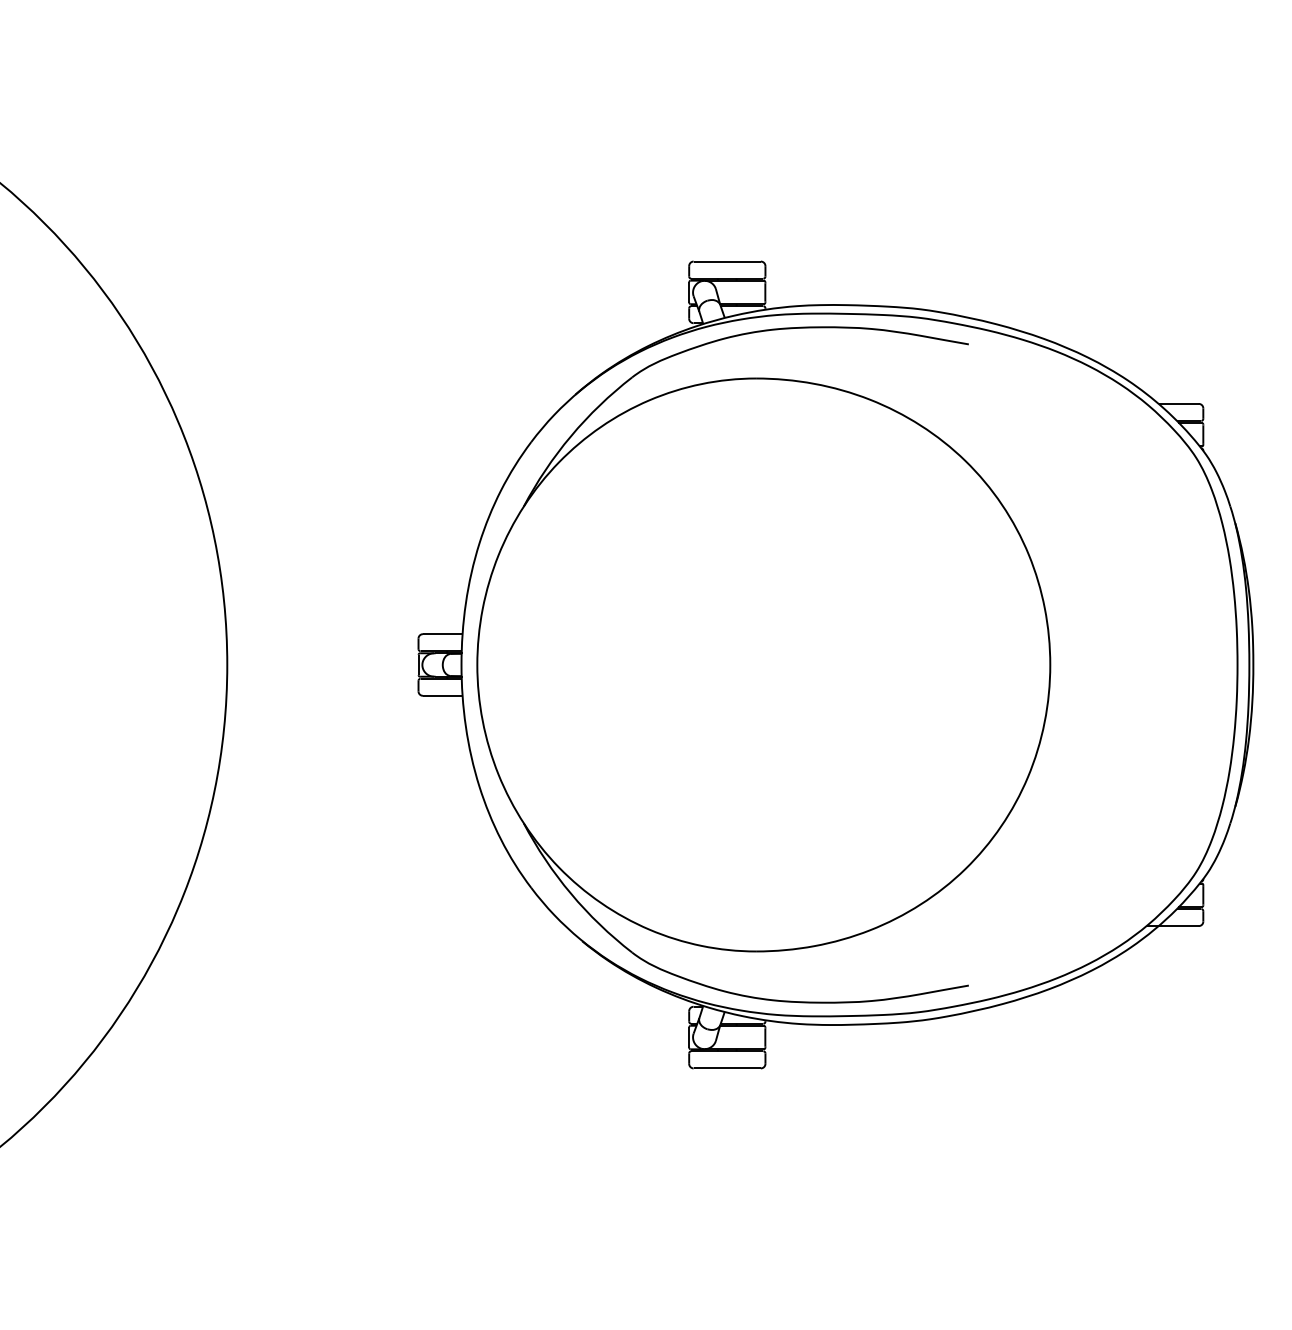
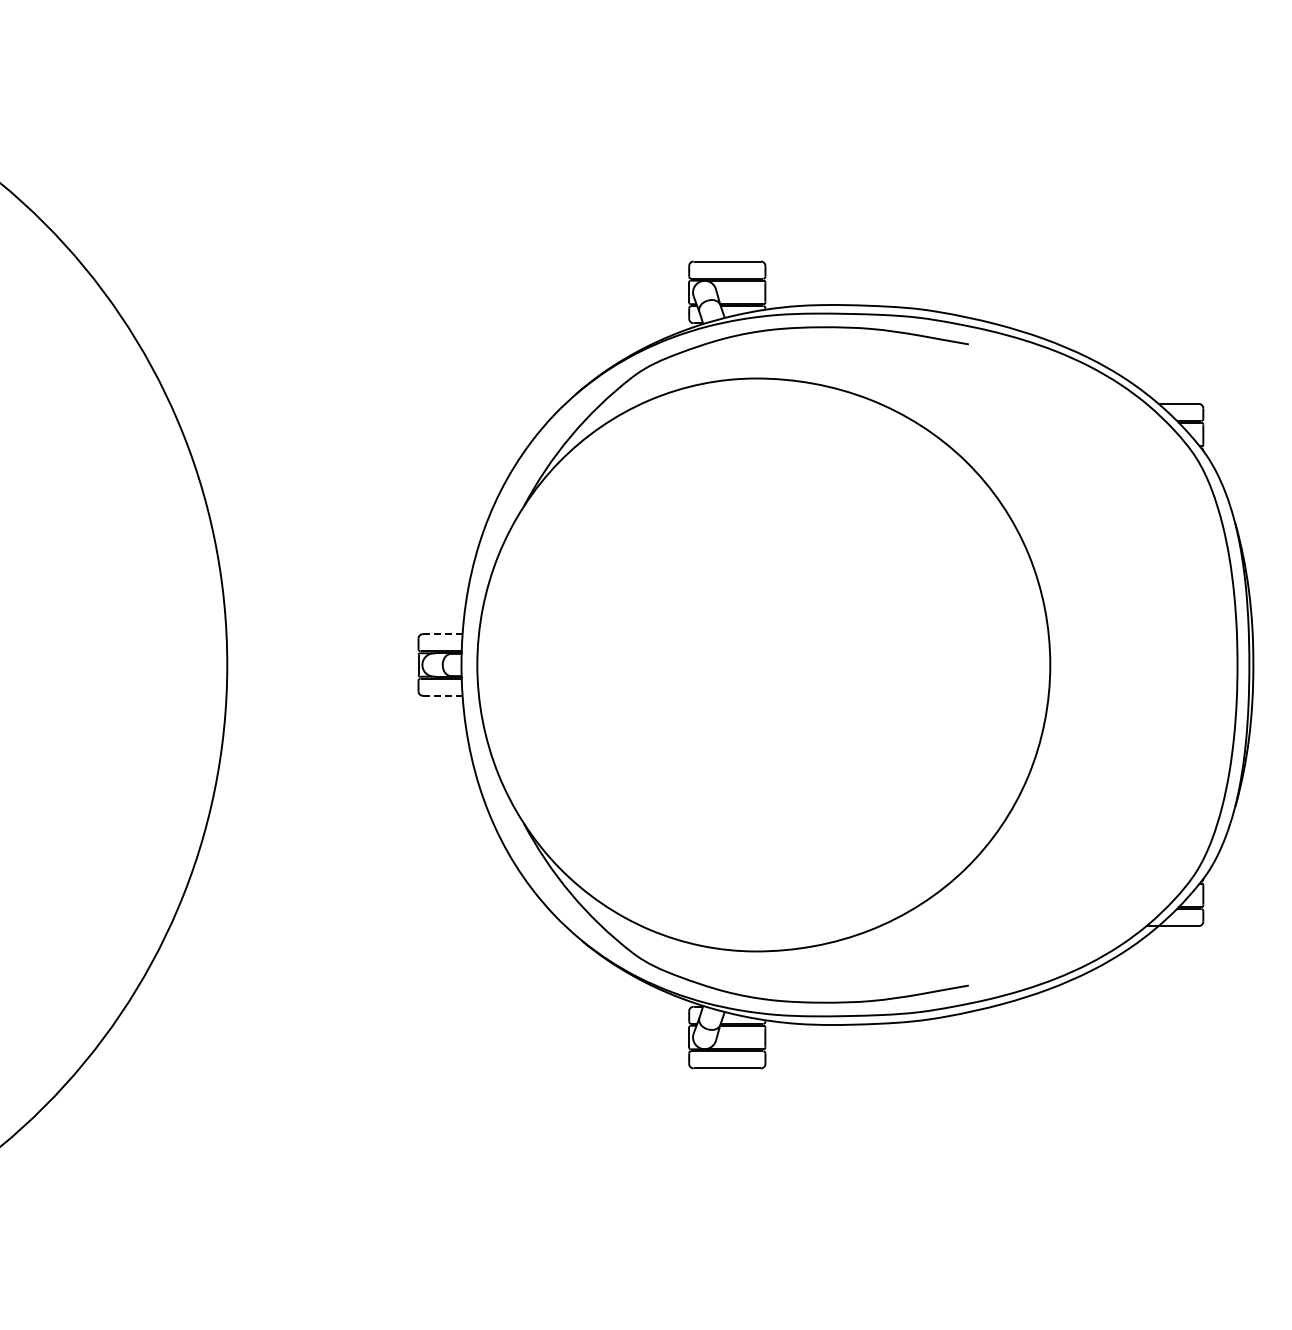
line at (442, 634): solid -> dashed
line at (442, 695): solid -> dashed
